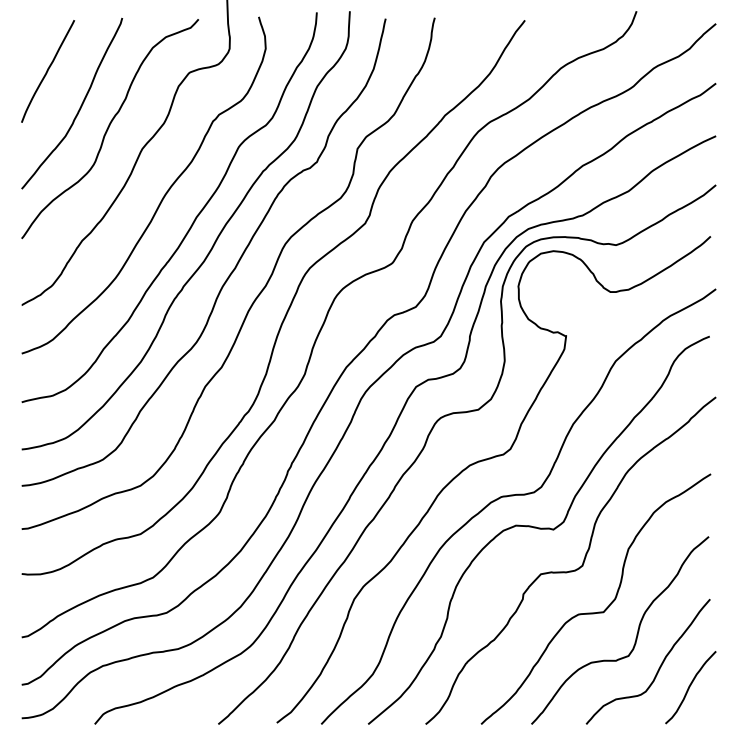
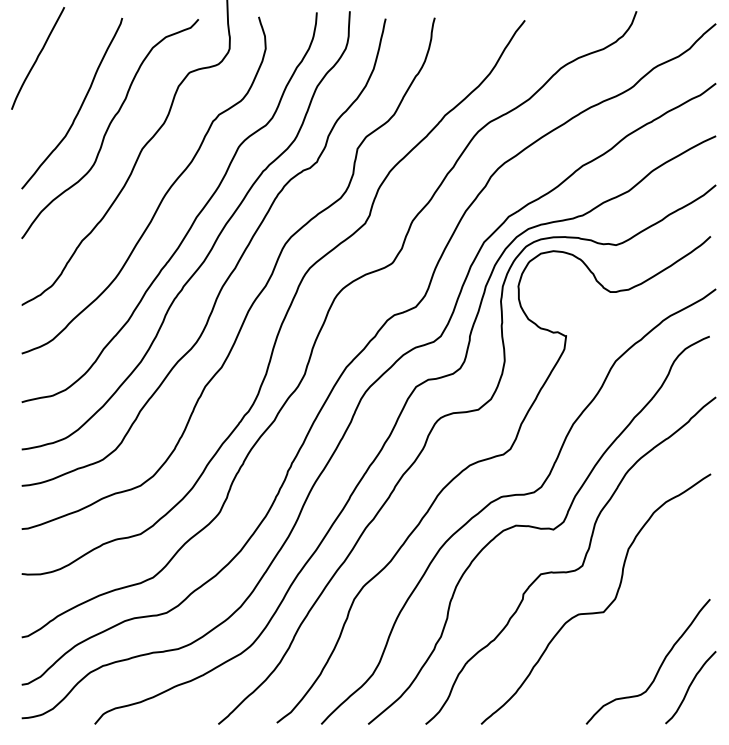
curve at (48, 71) position: (48, 71) -> (38, 58)
curve at (636, 633): present -> none
